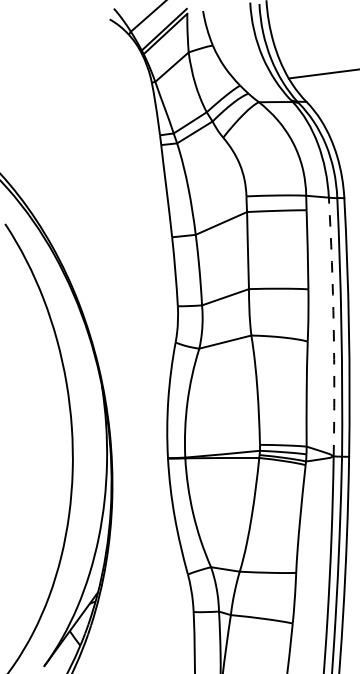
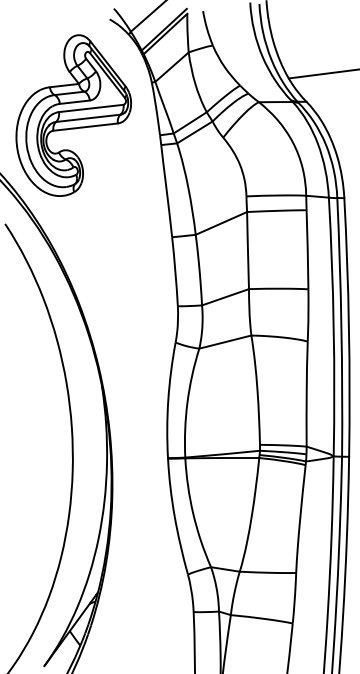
part at (73, 115): none -> present
arc at (333, 326): dashed -> solid
